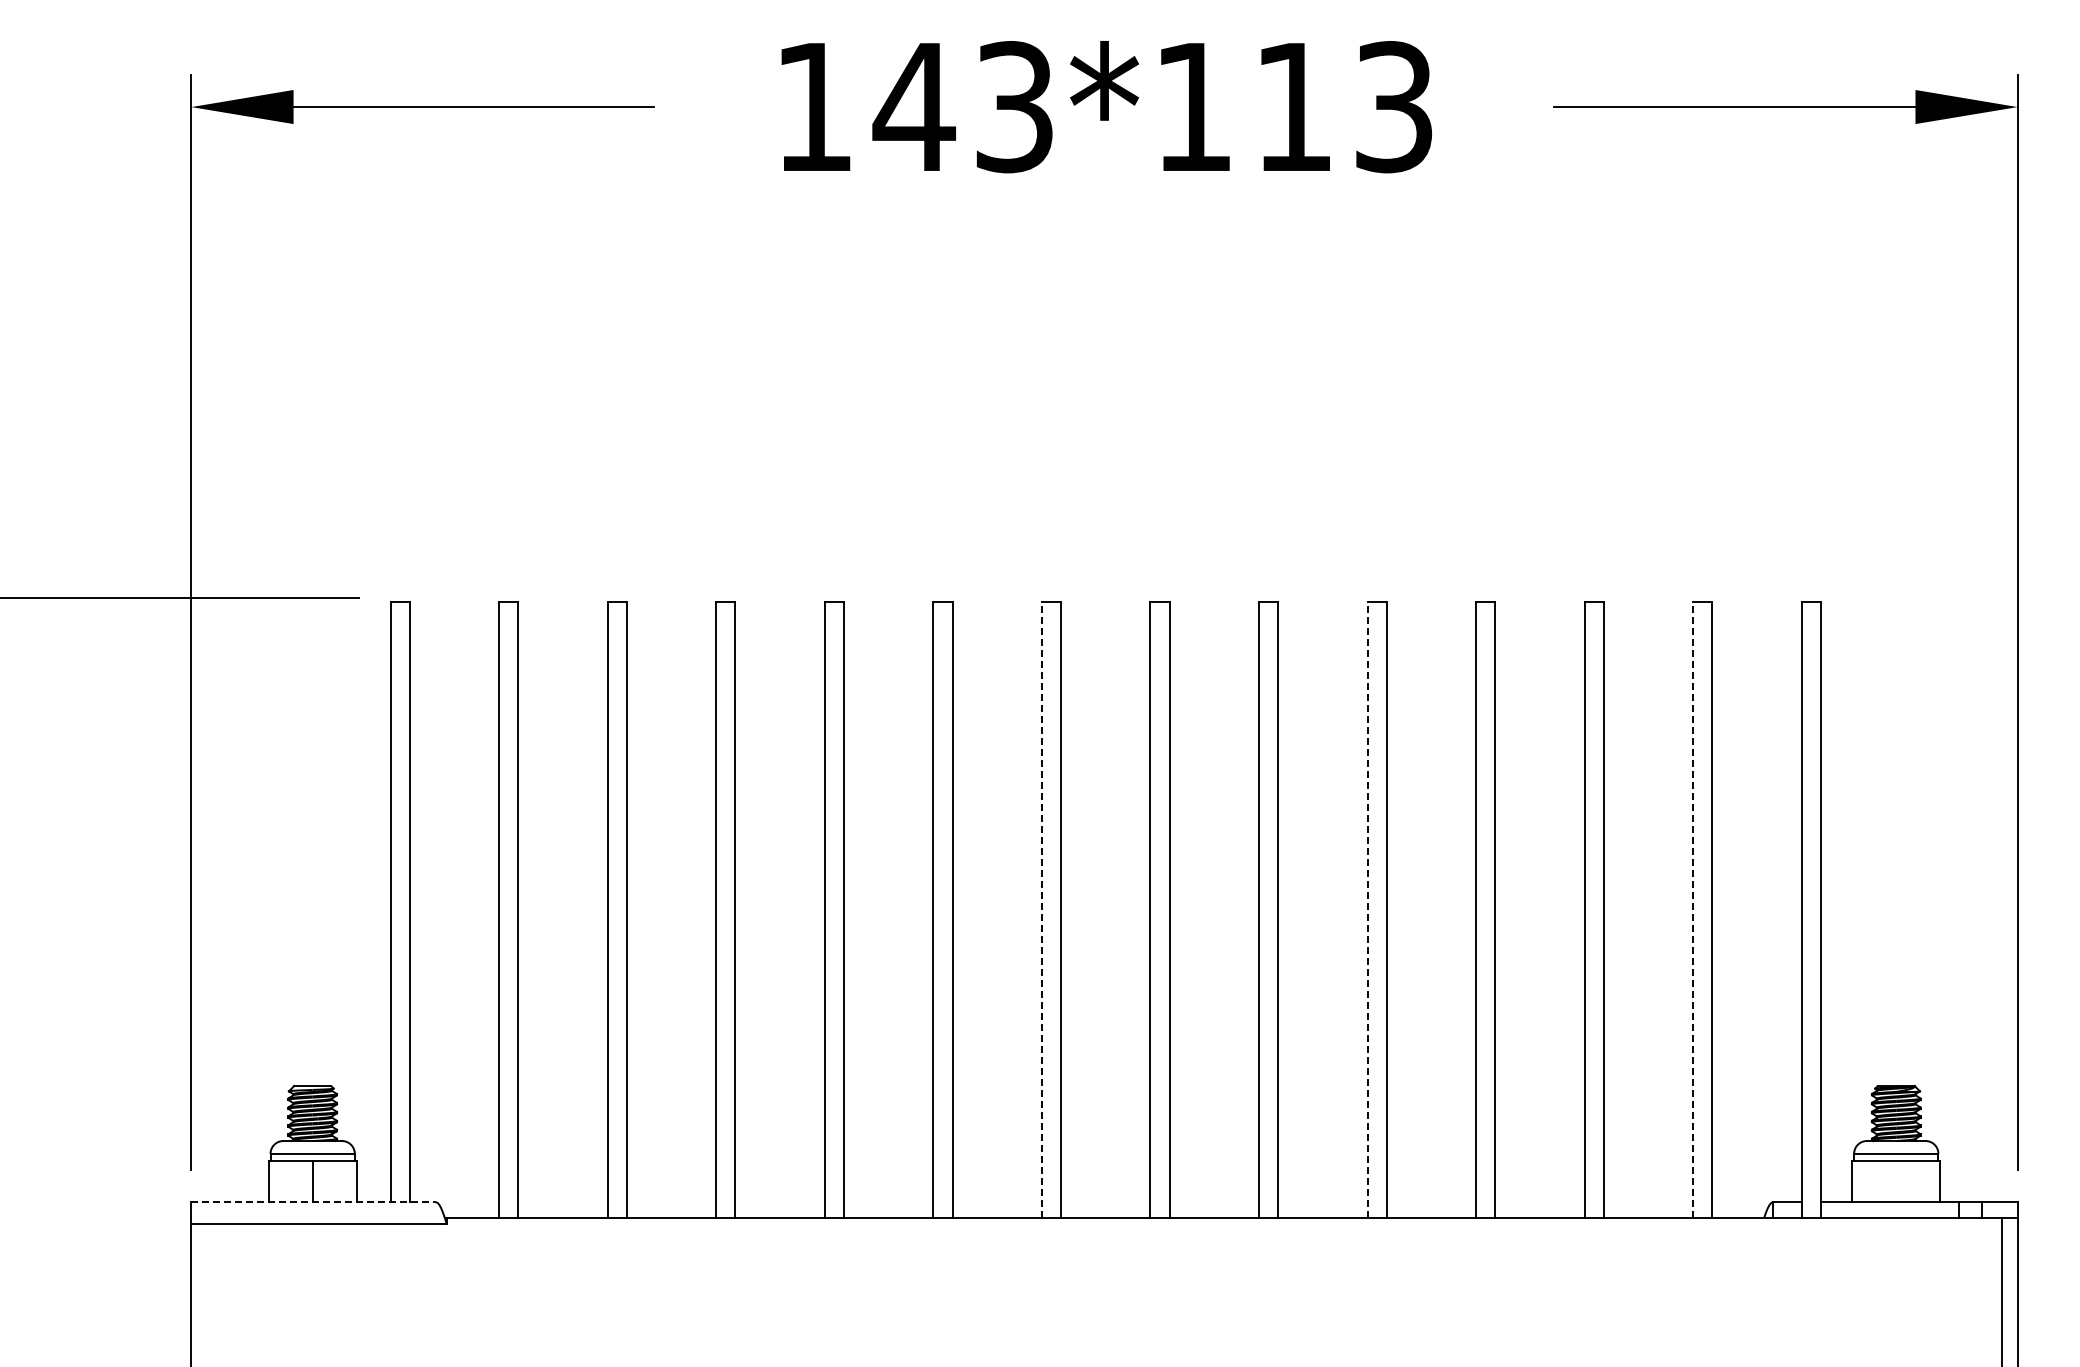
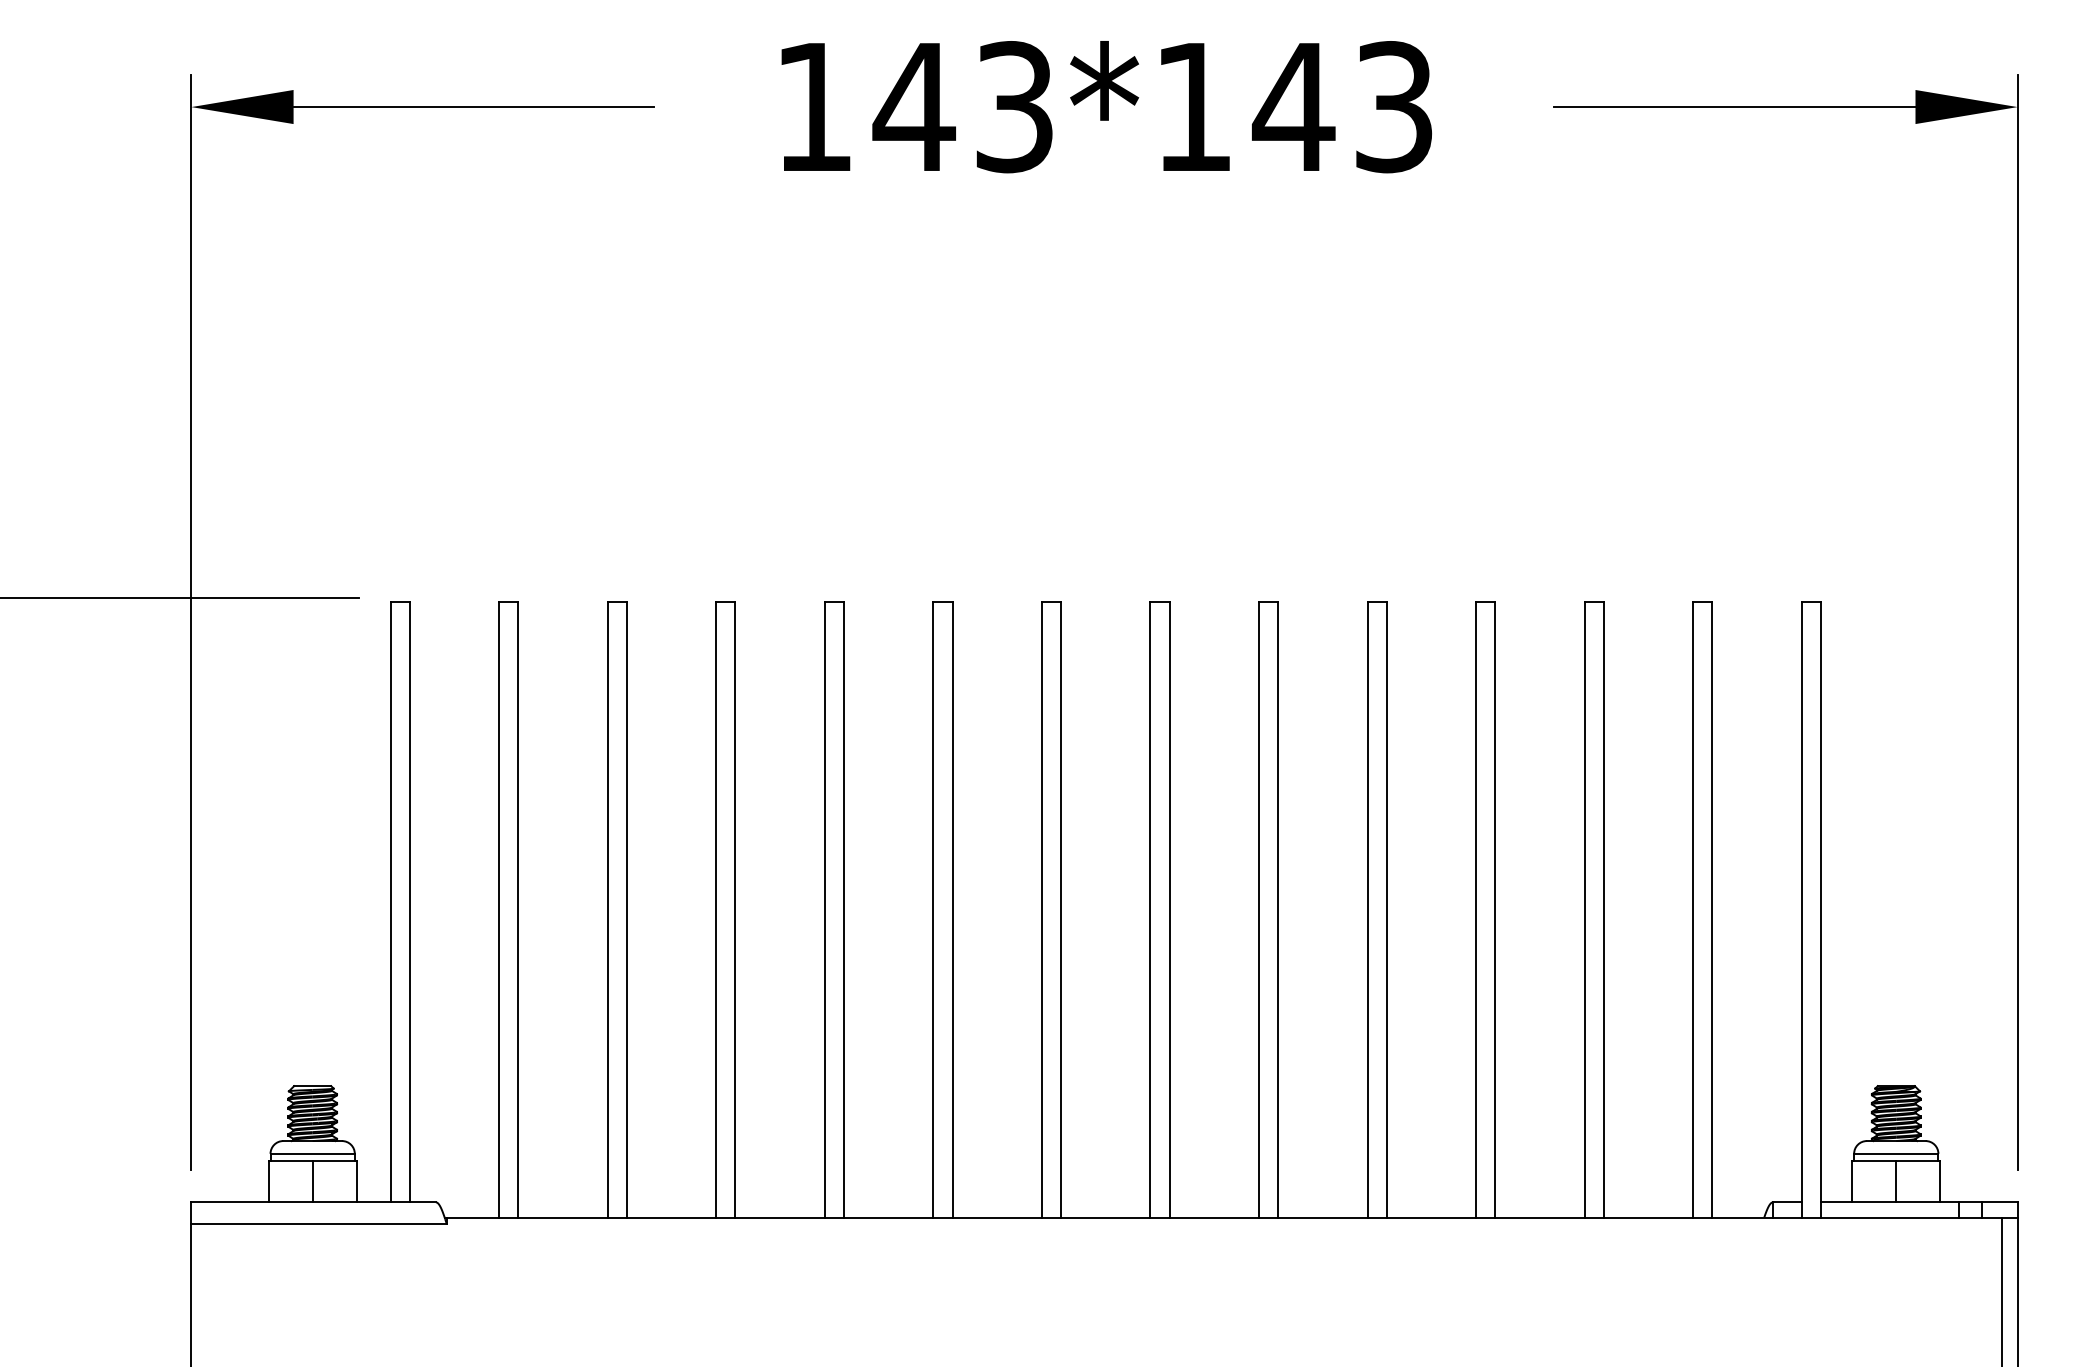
text at (1293, 106): 143*113 -> 143*143
line at (1041, 909): dashed -> solid
line at (1367, 909): dashed -> solid
line at (1693, 909): dashed -> solid
line at (1896, 1181): none -> present
line at (314, 1202): dashed -> solid
